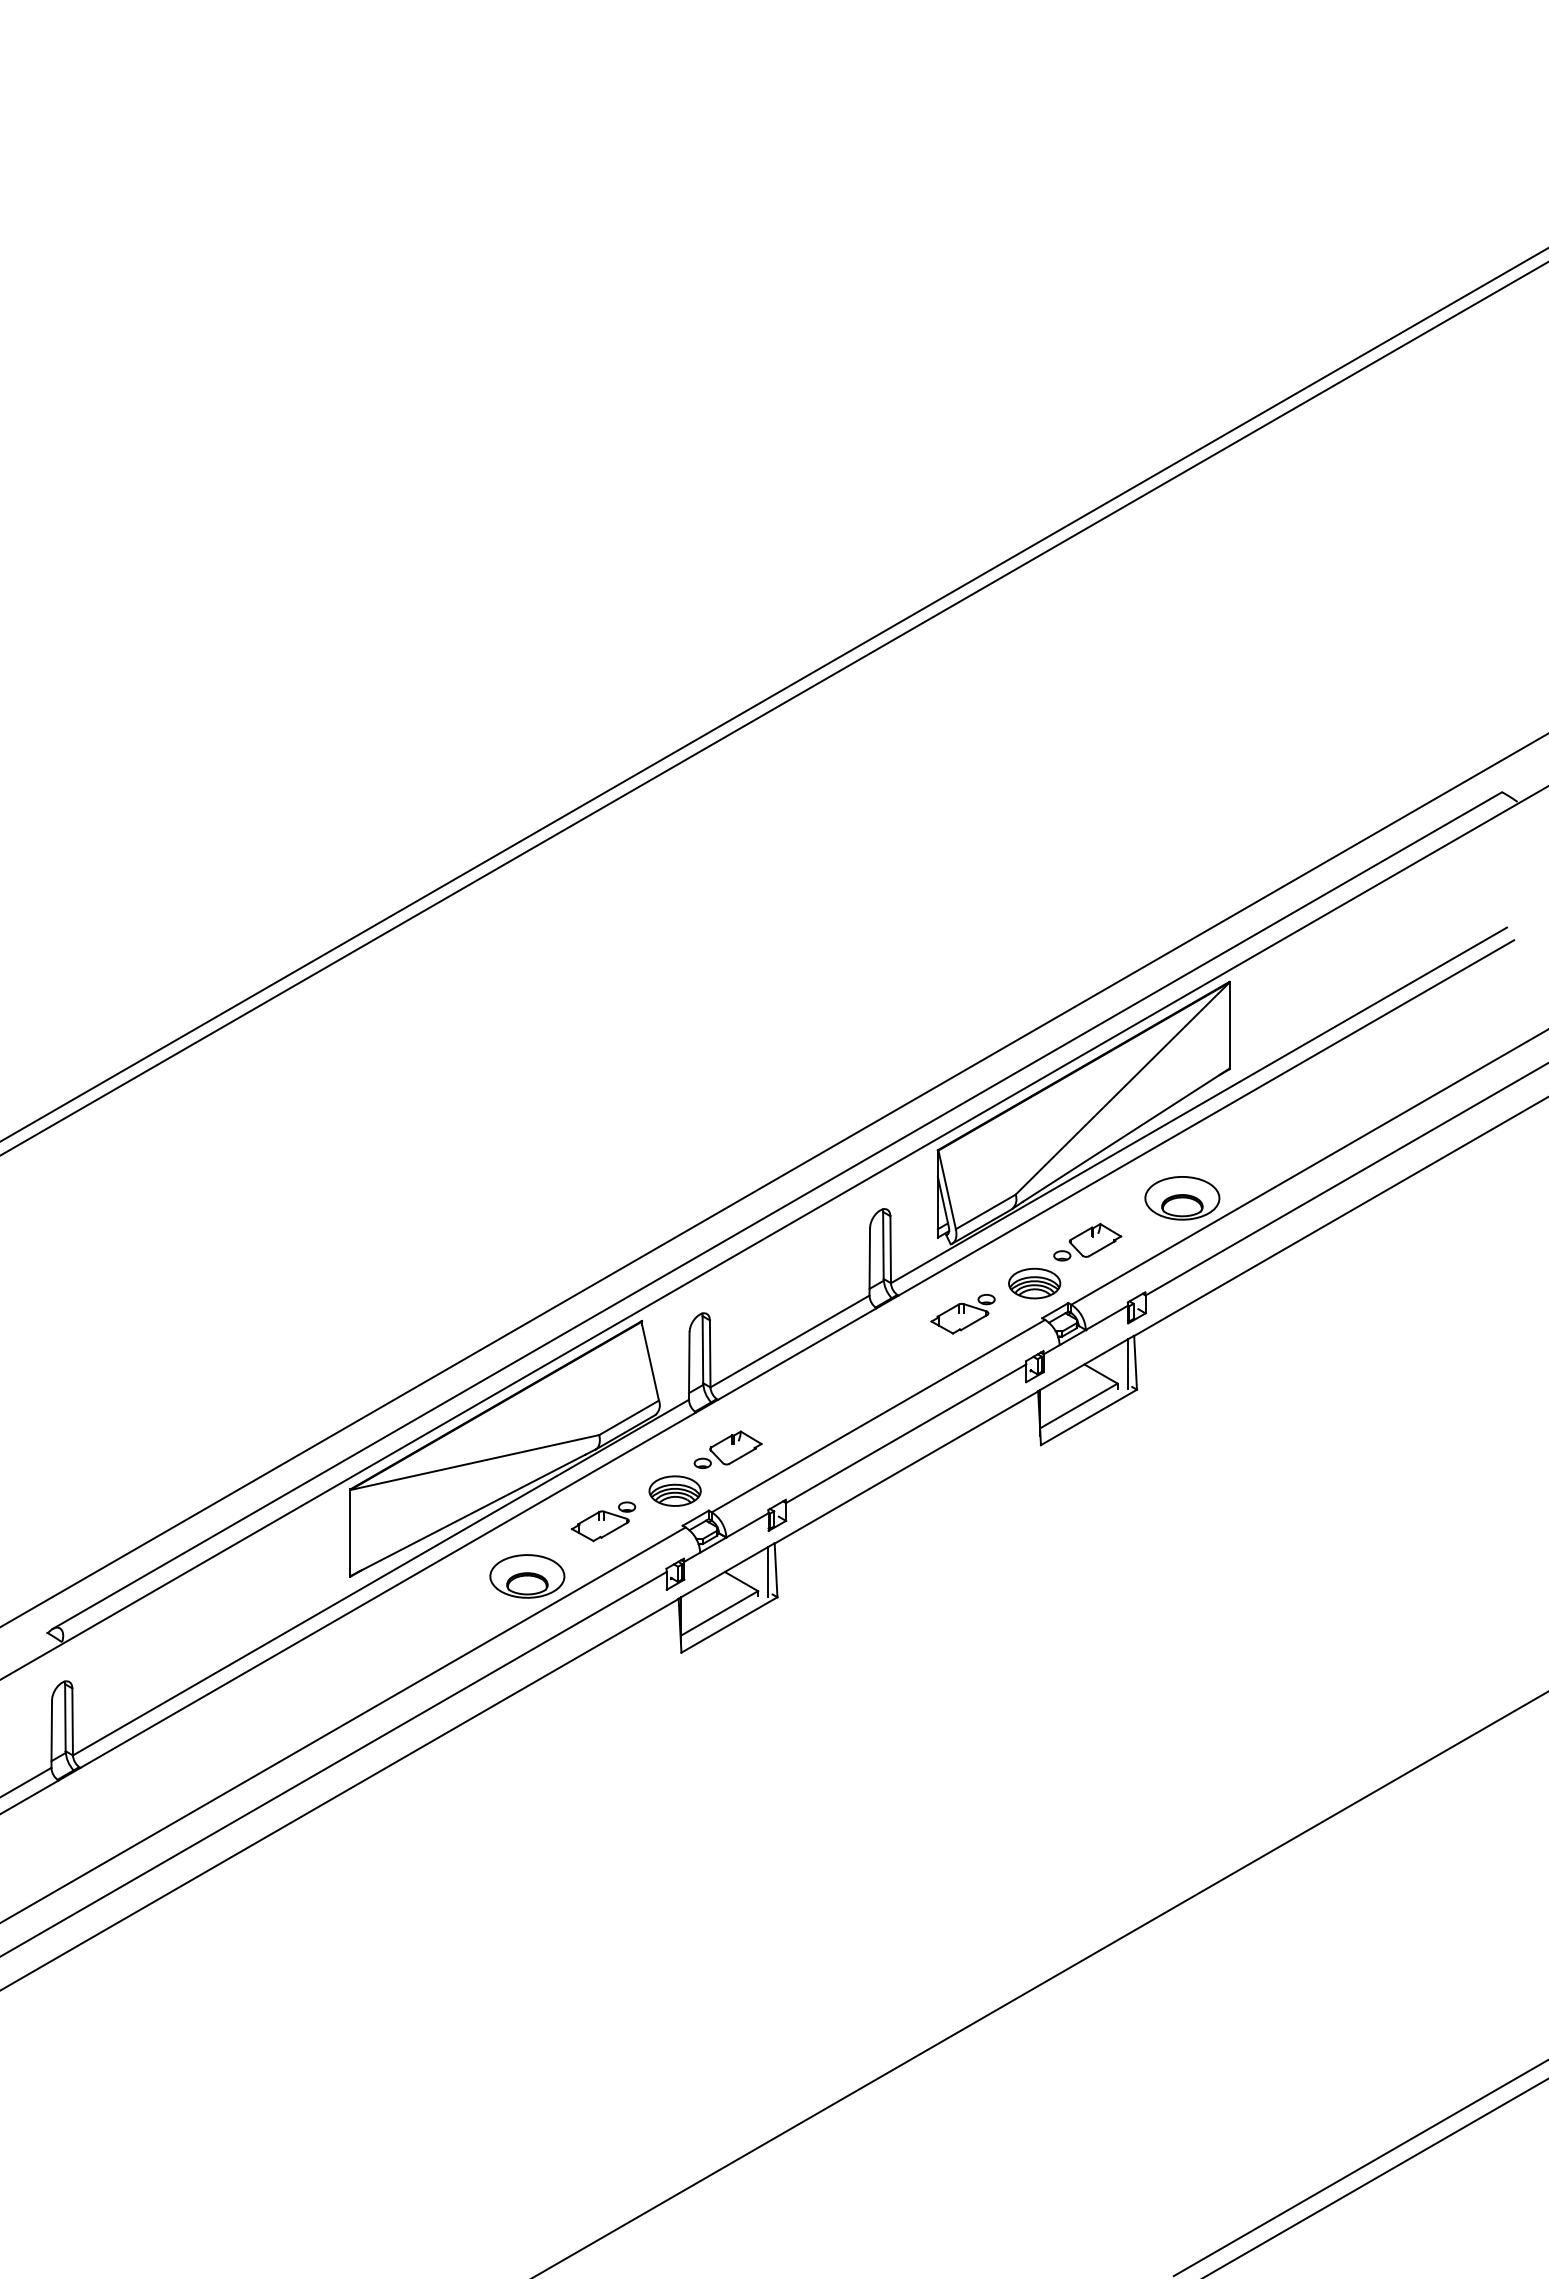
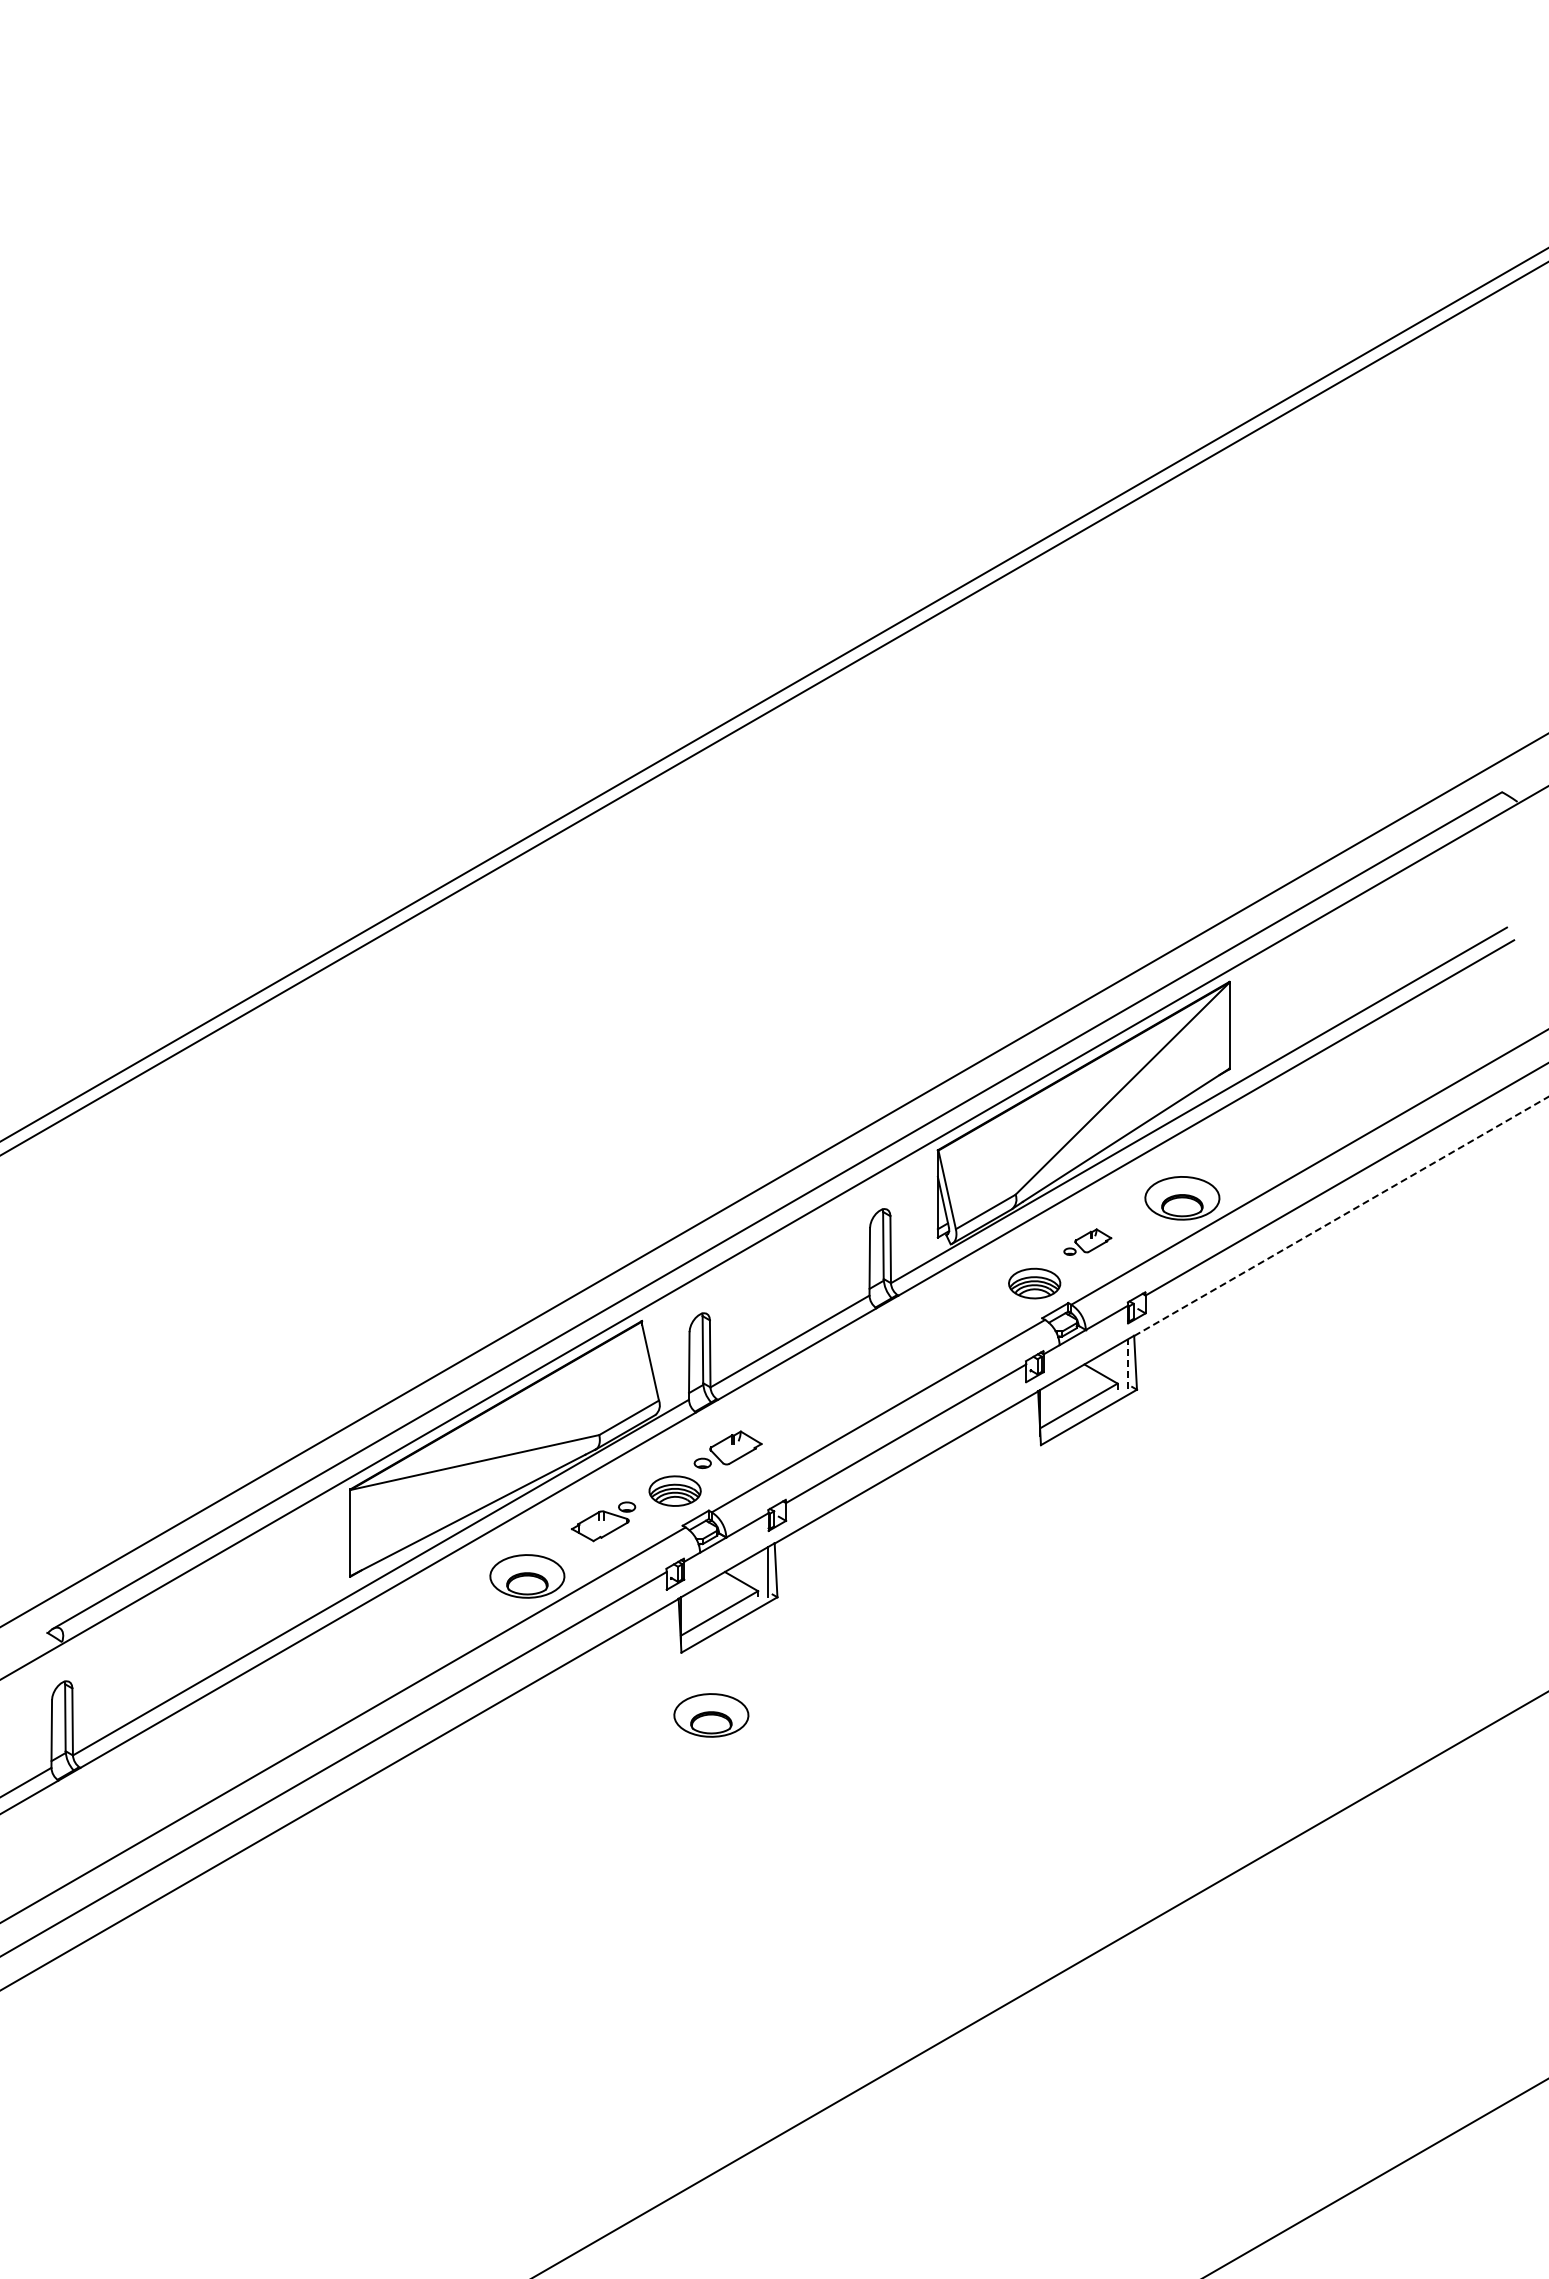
line at (1341, 1216): solid -> dashed
part at (1087, 1241) size: 70x40 px -> 50x28 px
part at (962, 1314): present -> none
line at (1127, 1363): solid -> dashed
part at (711, 1715): none -> present
line at (1359, 2168): present -> none
